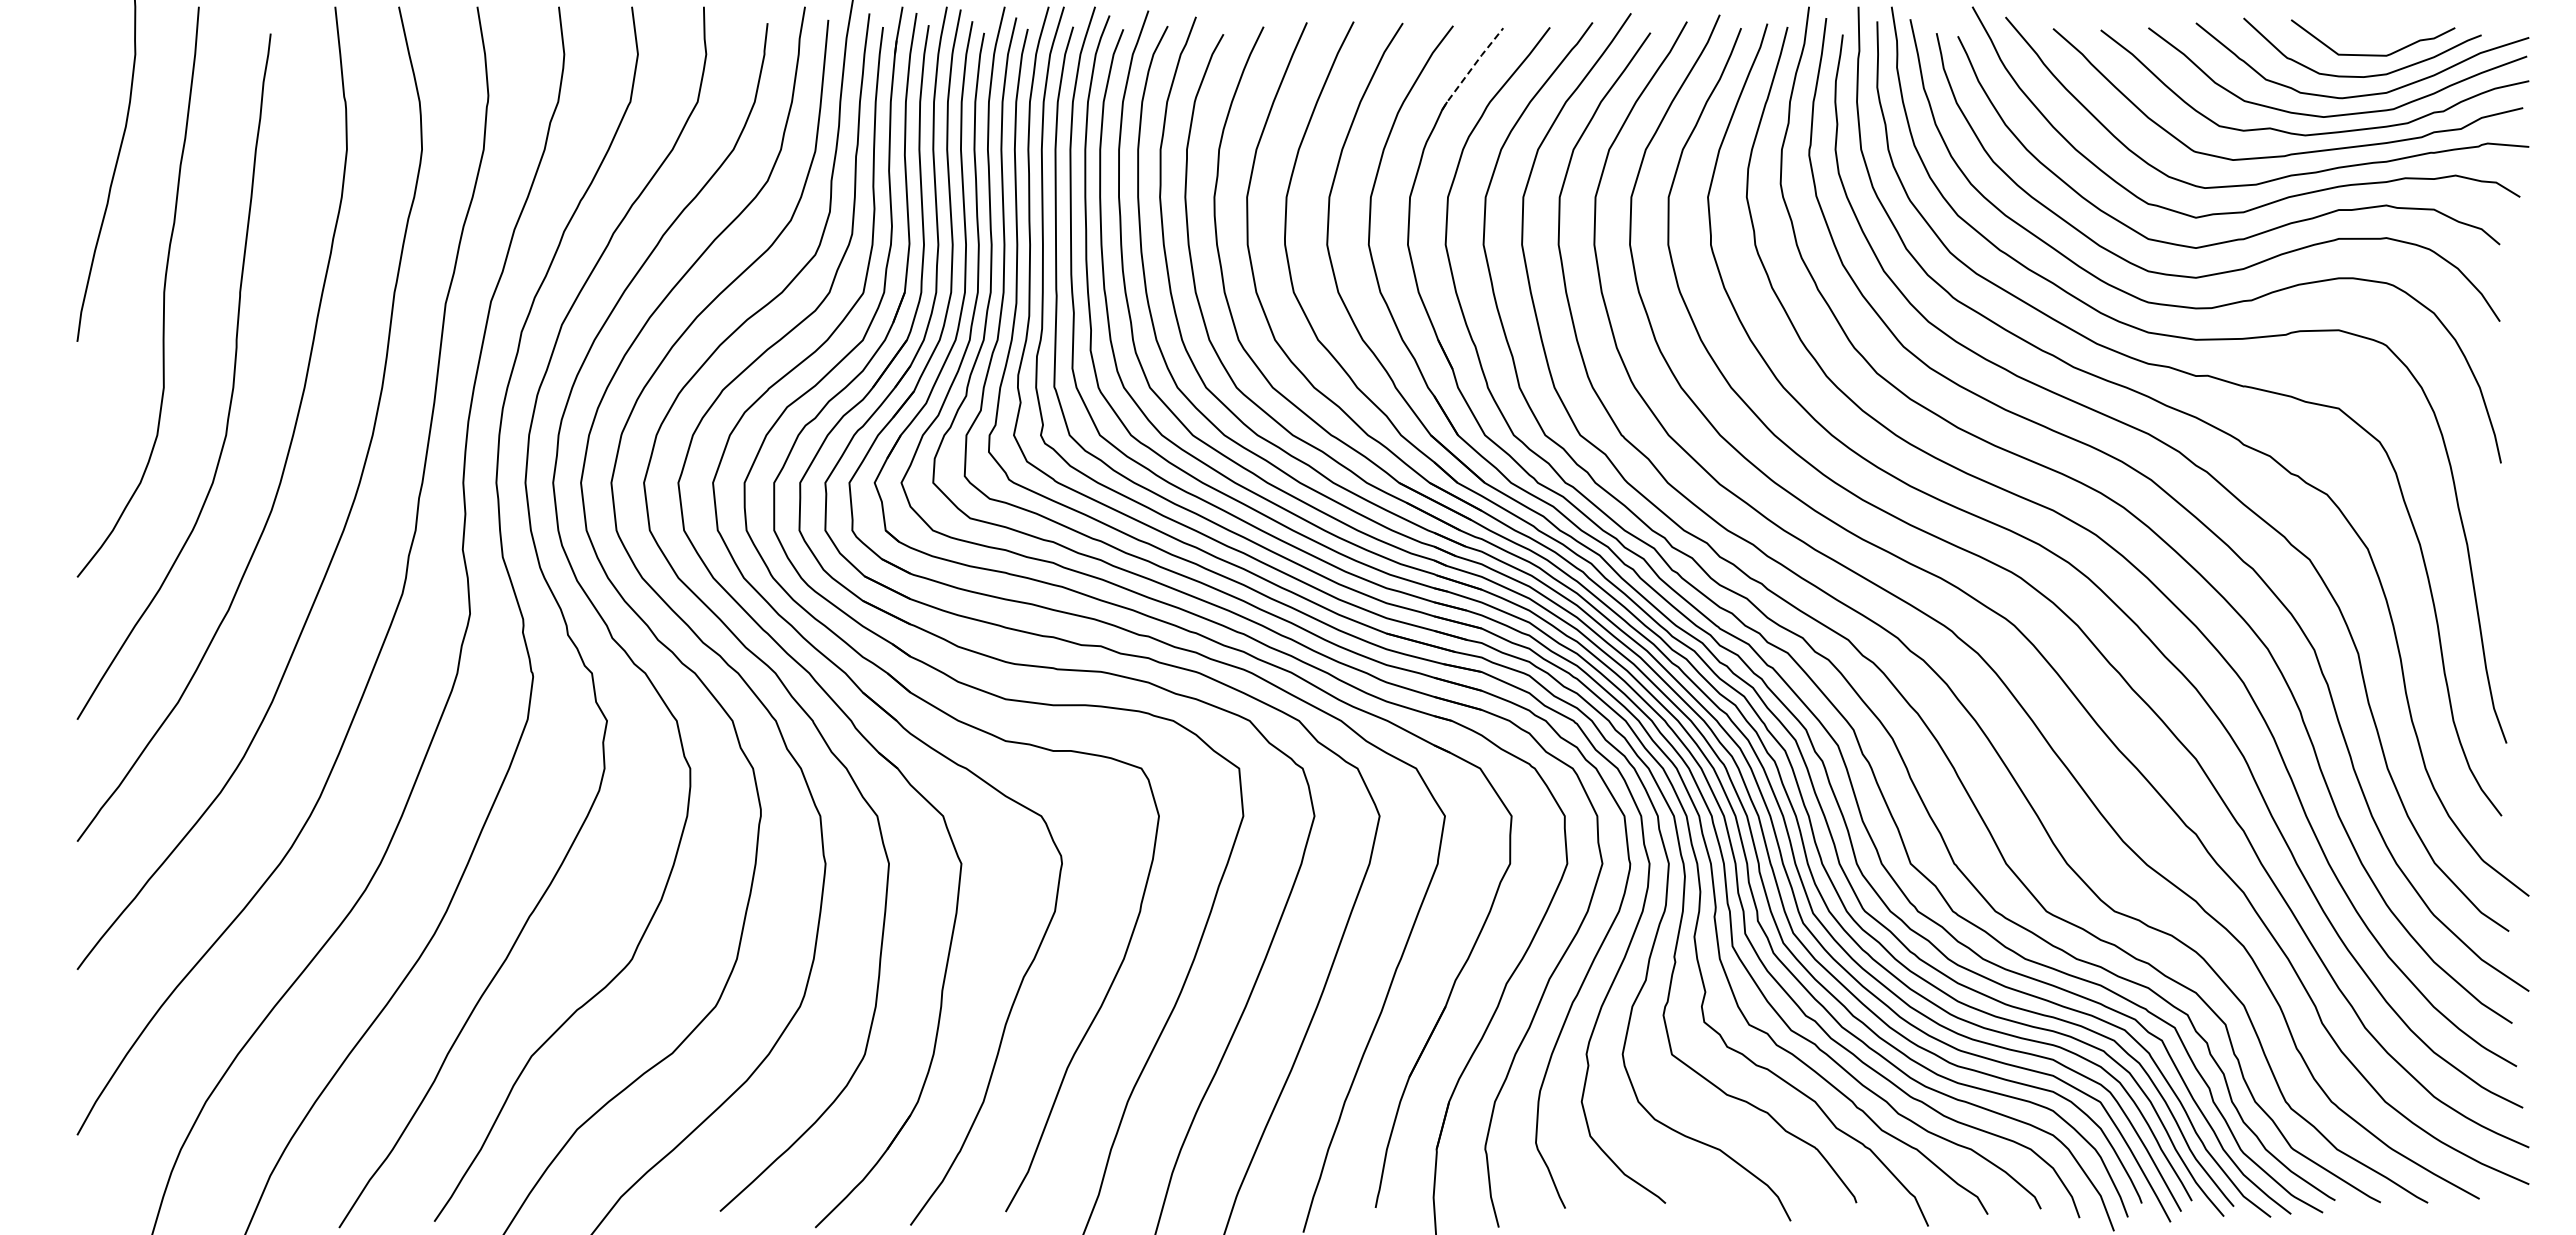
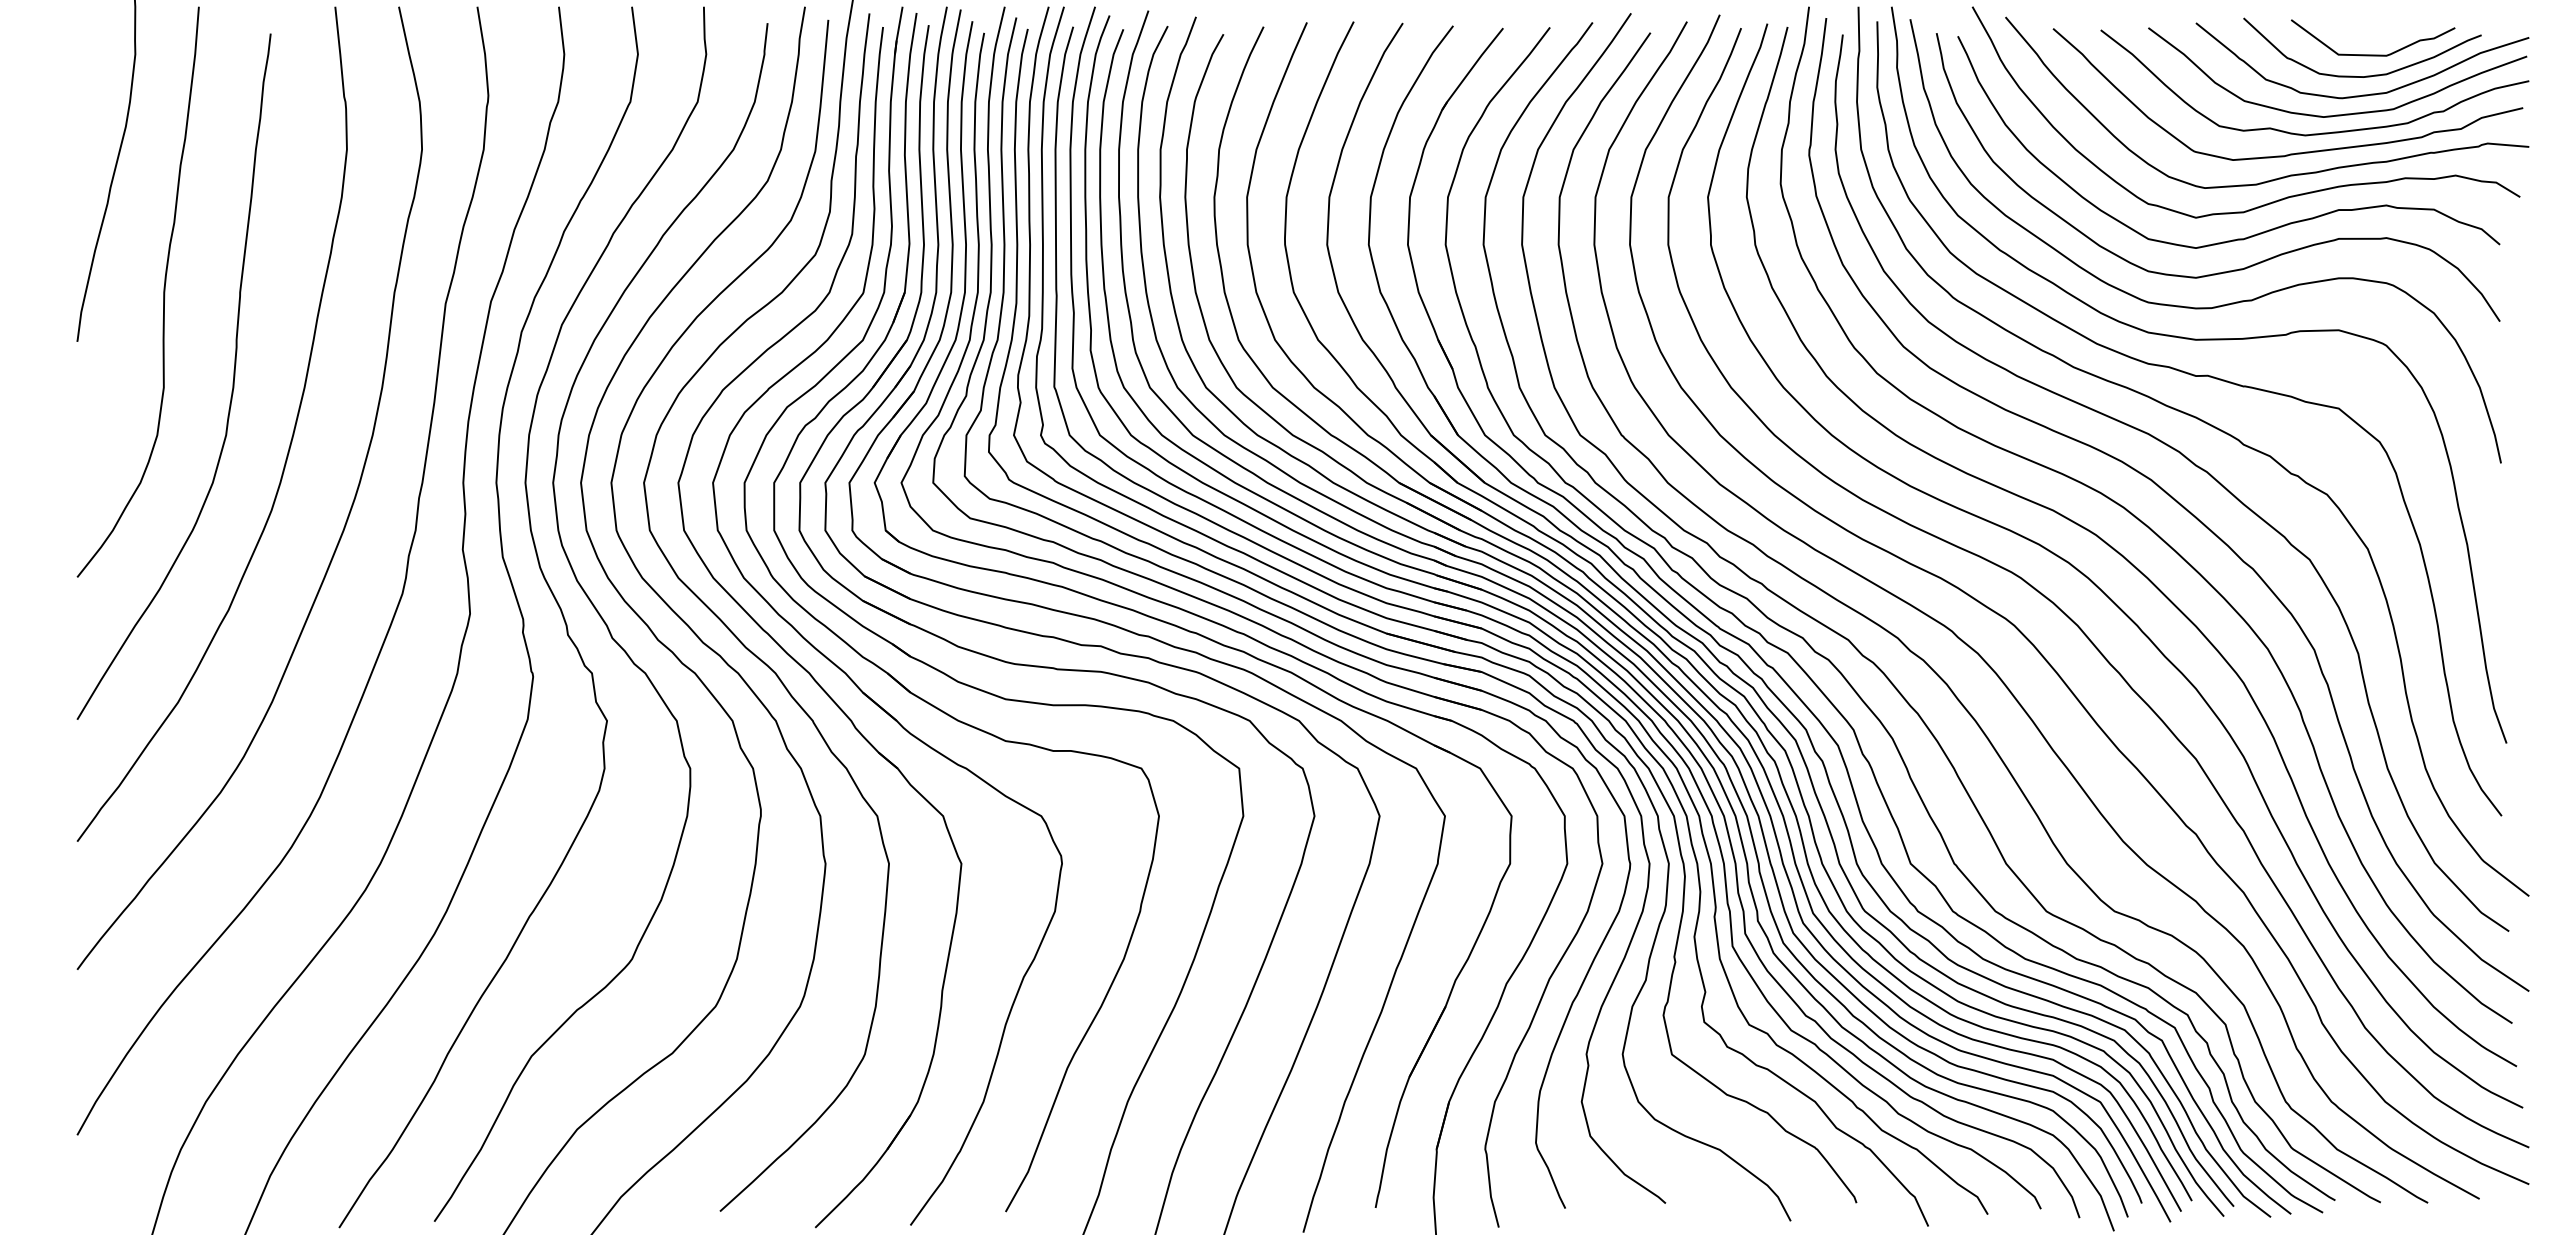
line at (1471, 68): dashed -> solid
